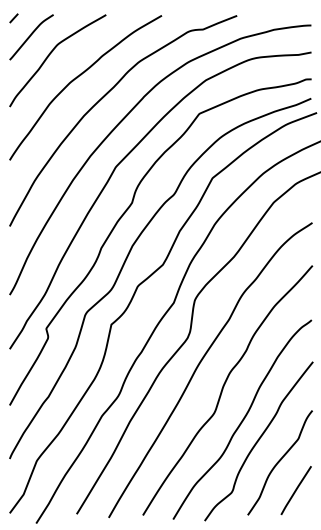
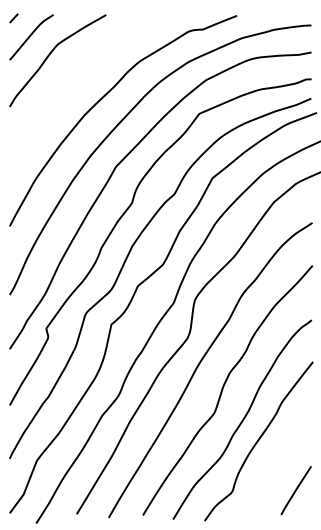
curve at (77, 78): present -> none
curve at (279, 462): present -> none
